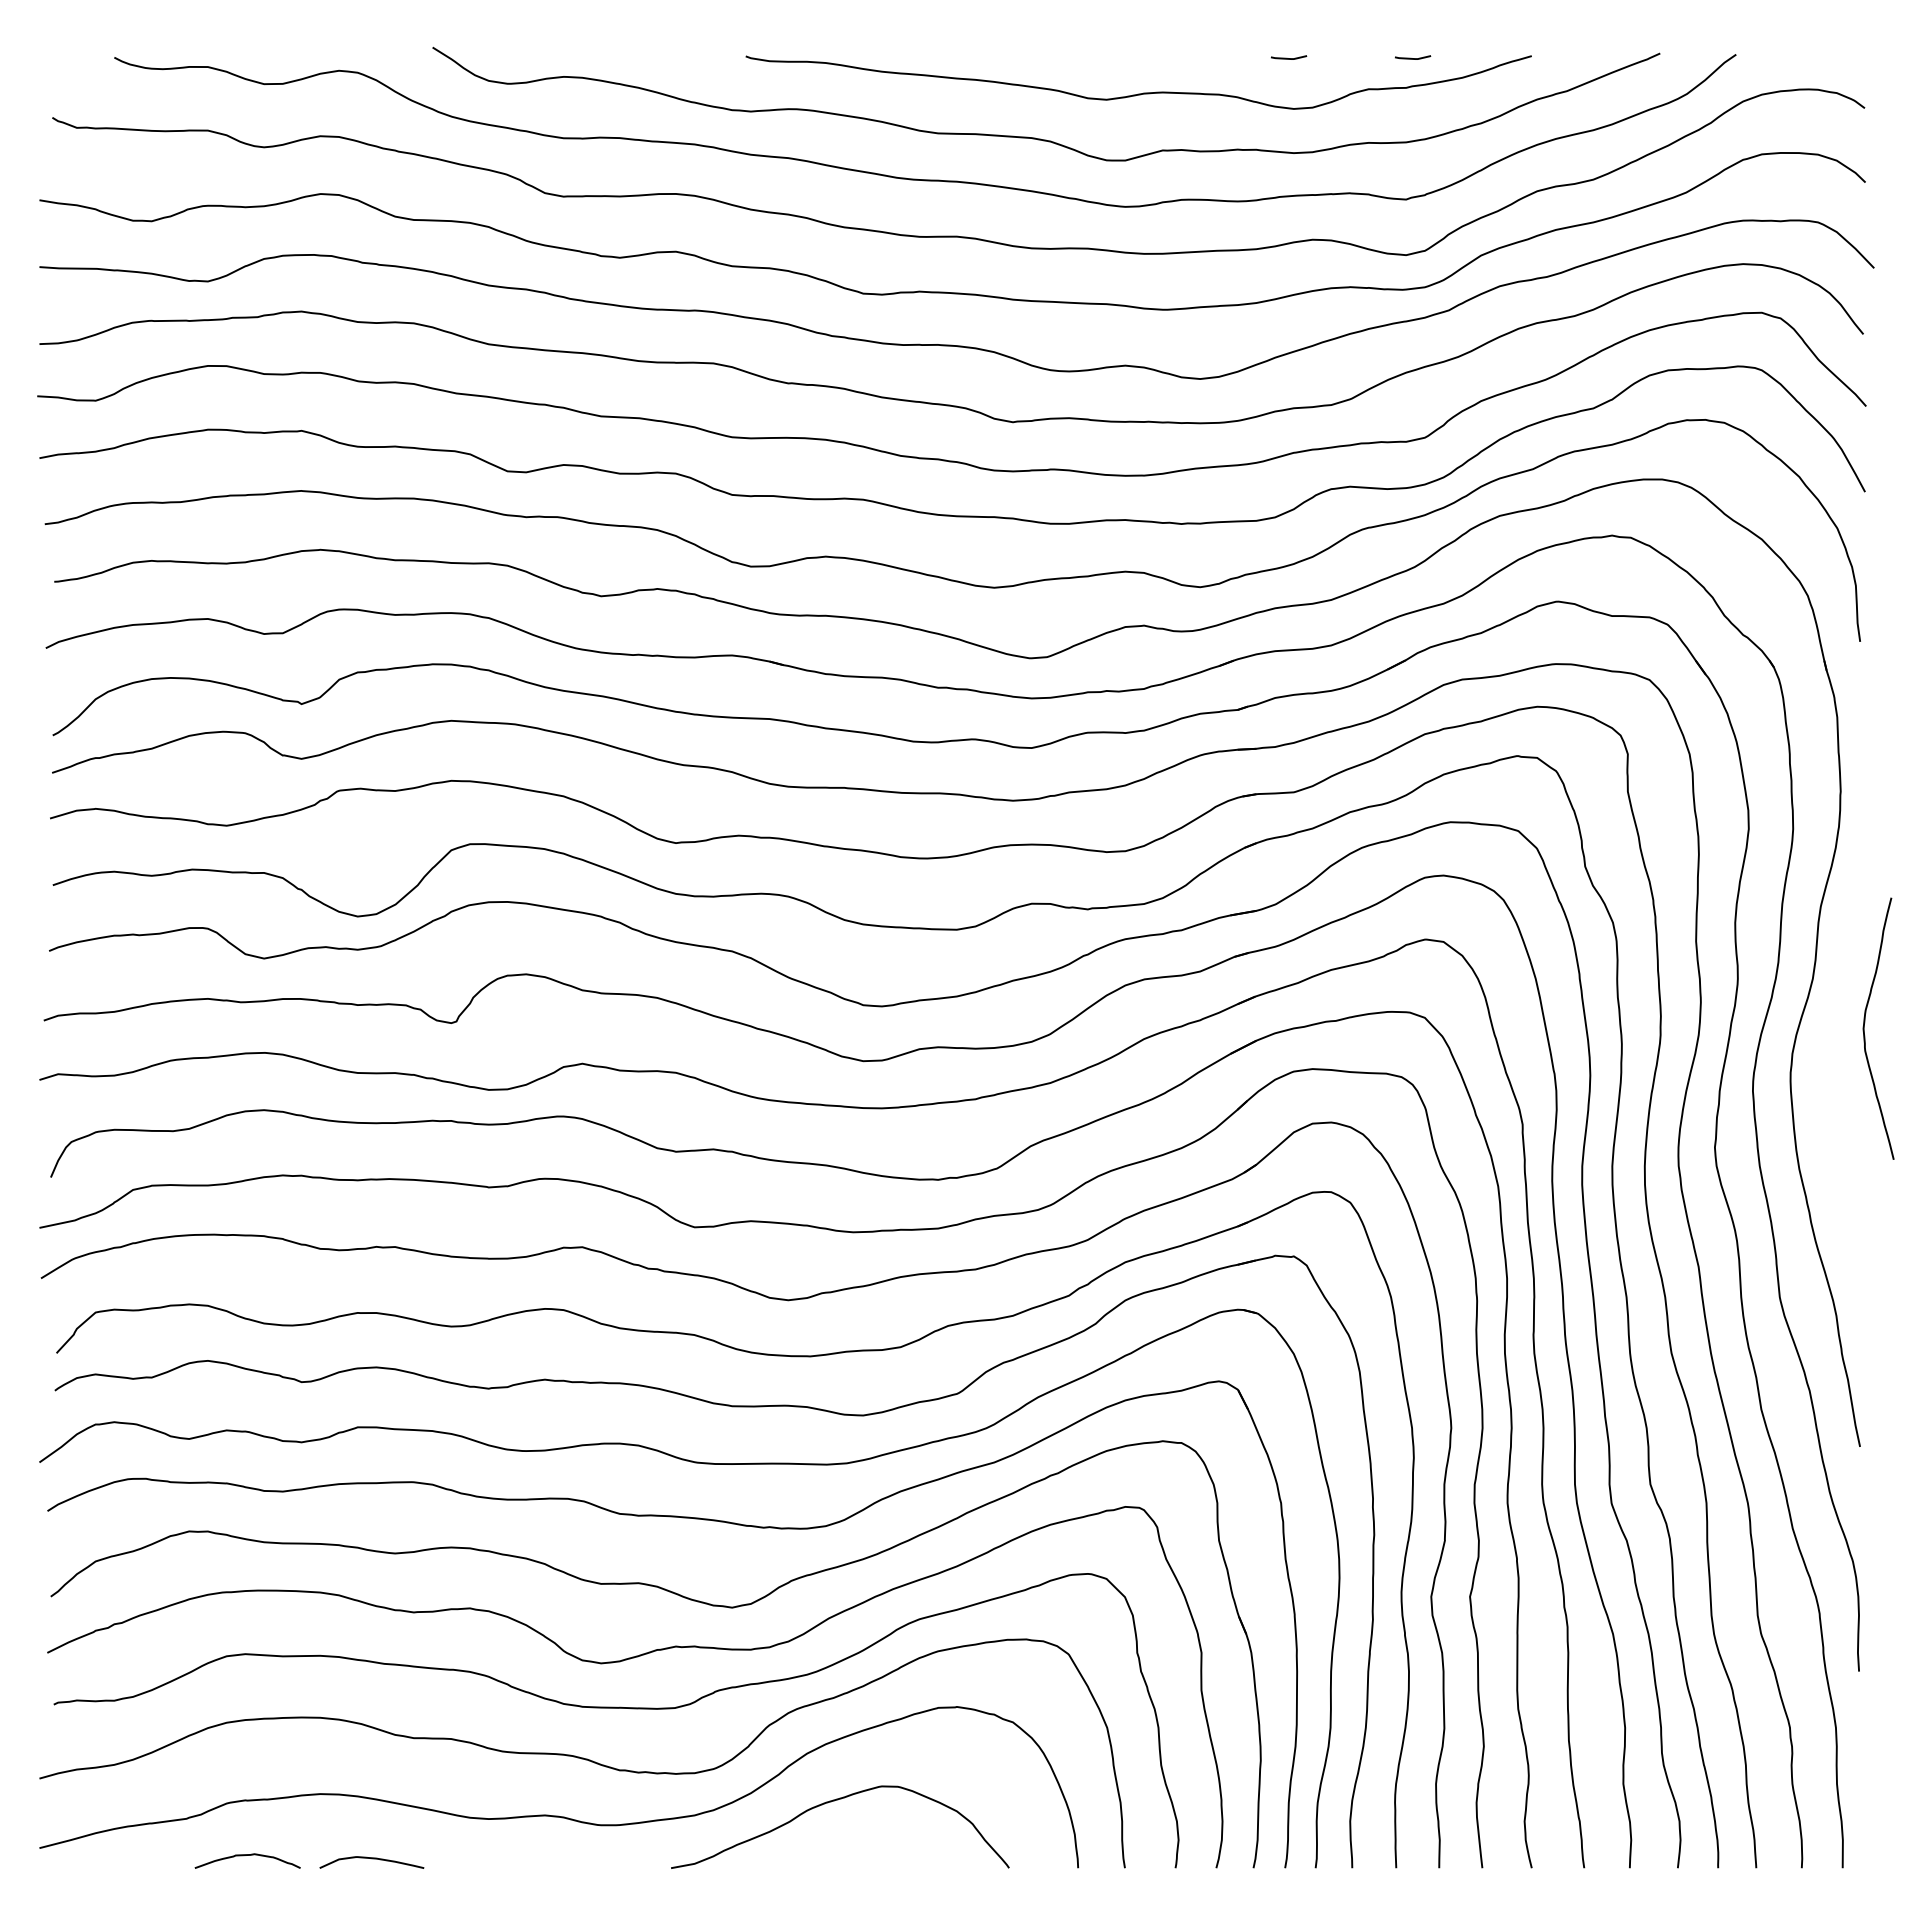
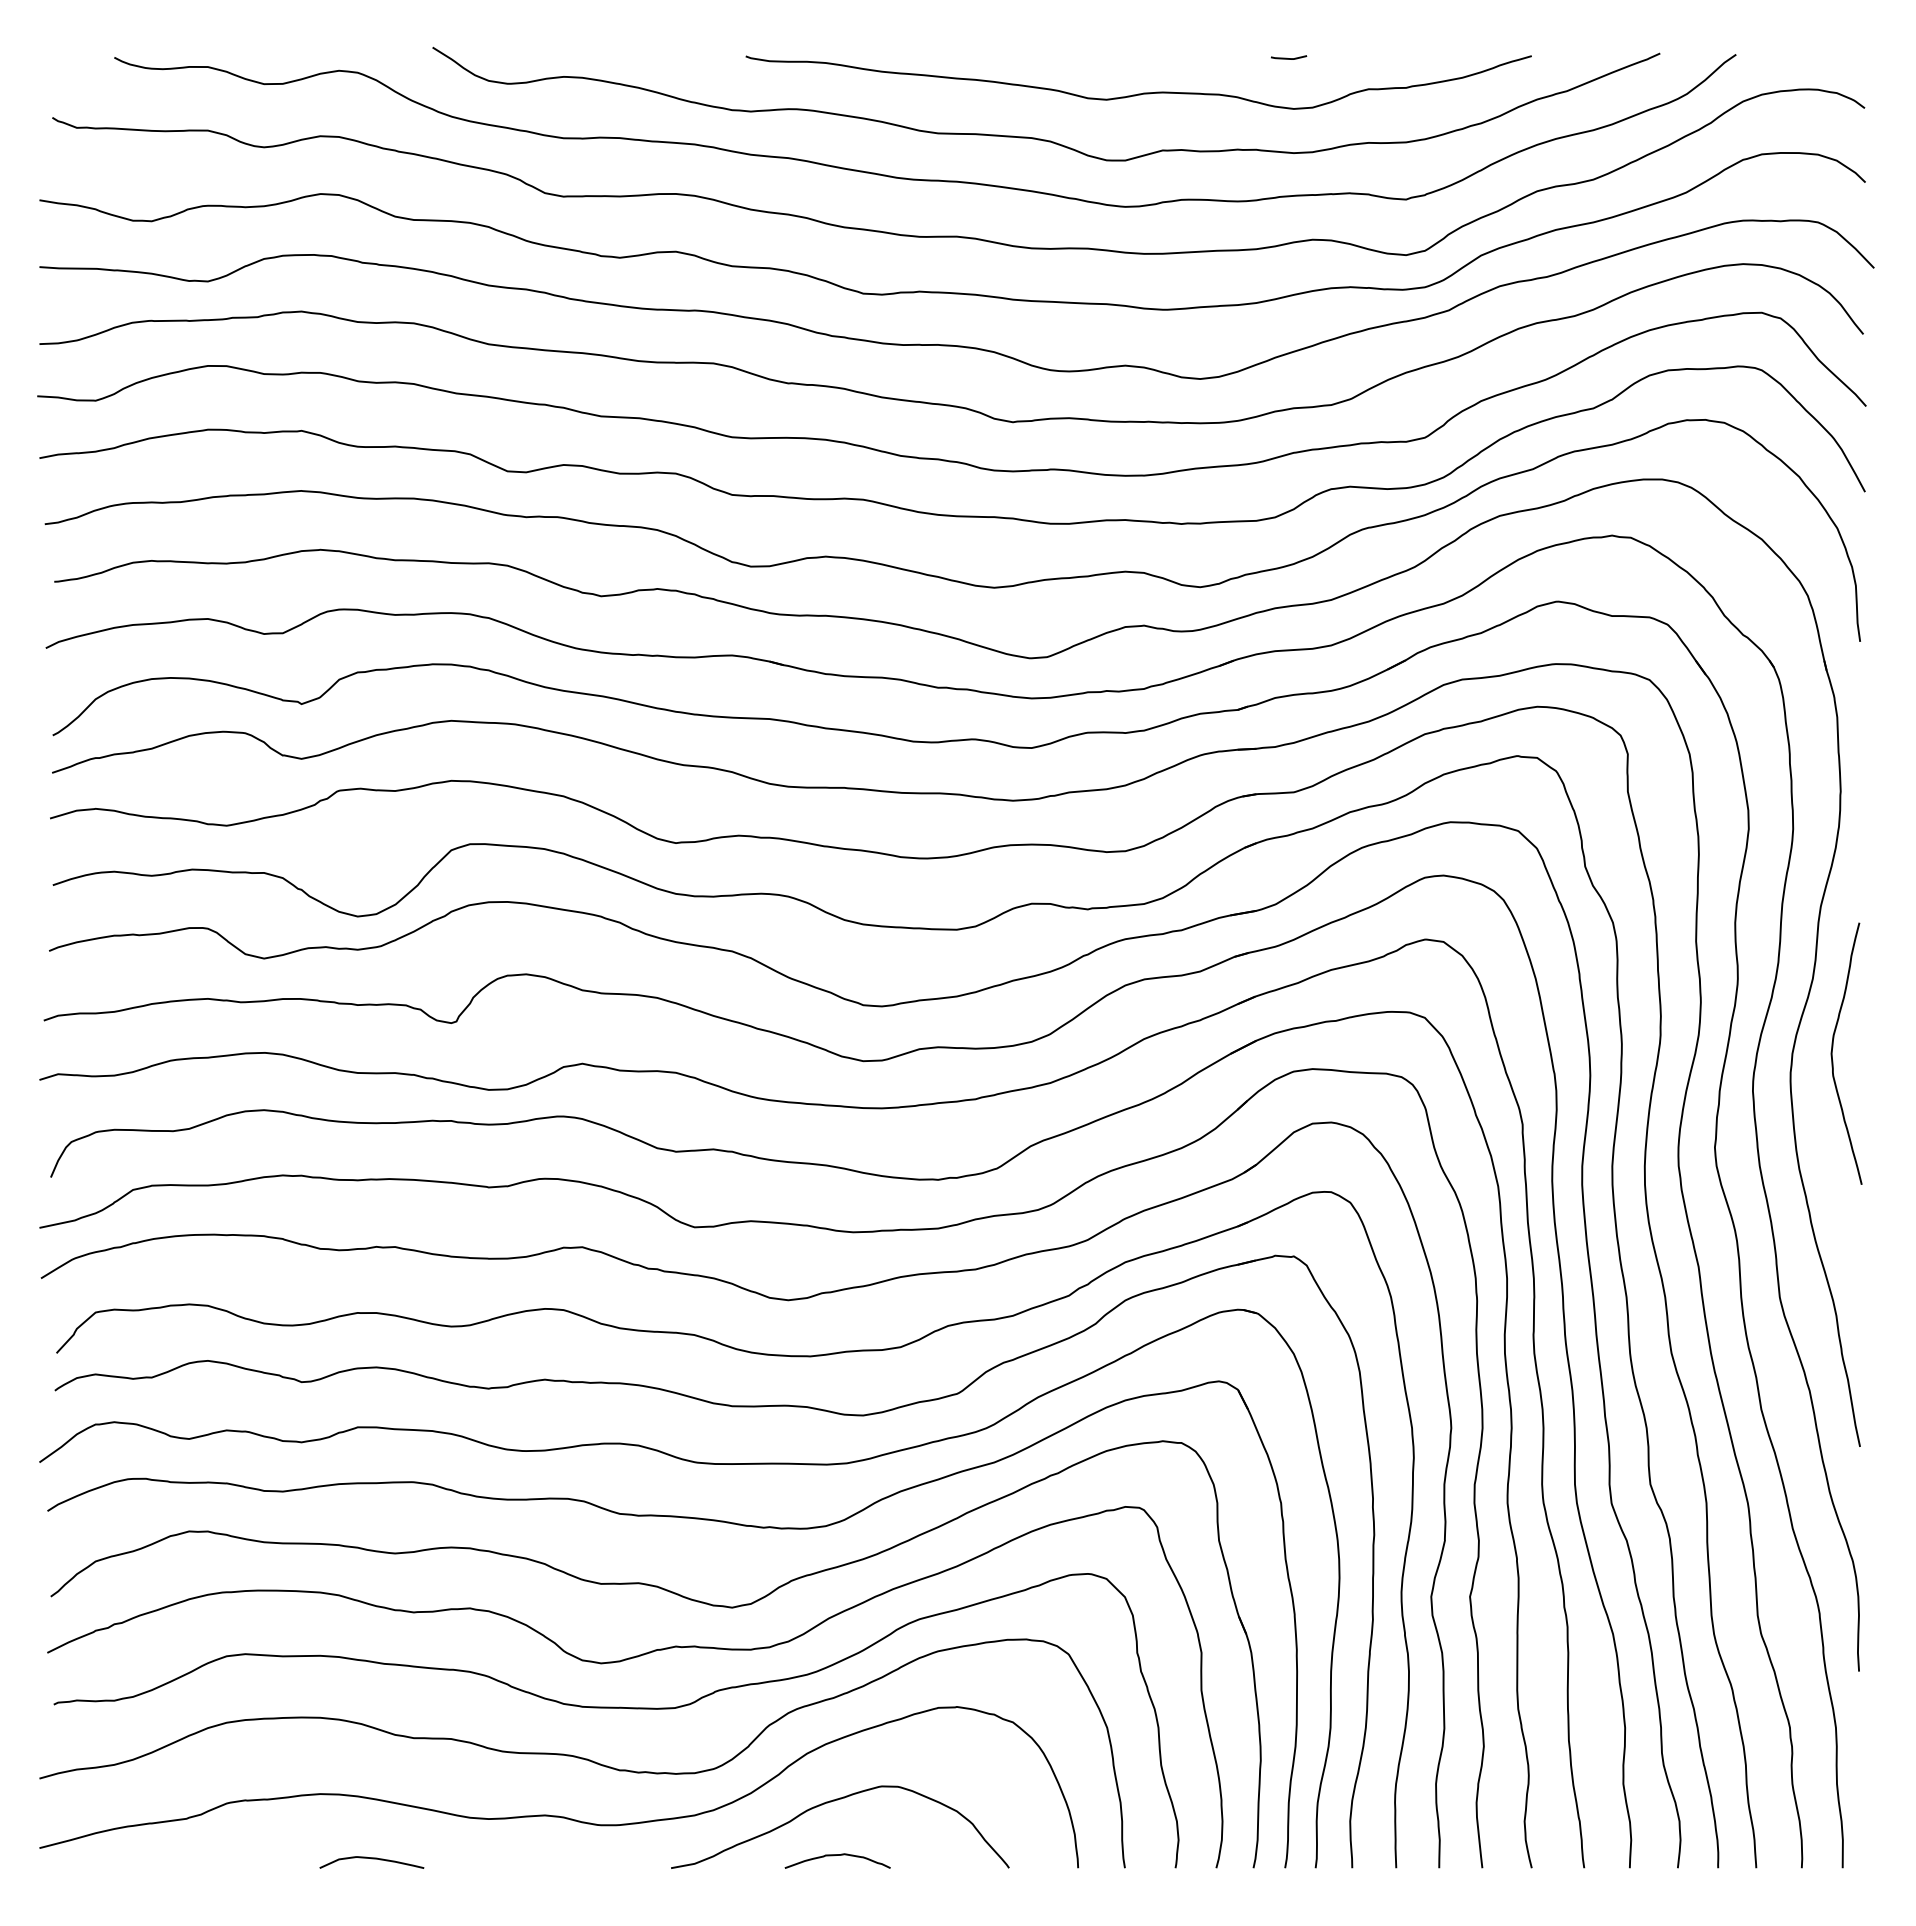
line at (1413, 58): present -> none
curve at (1864, 1028) position: (1864, 1028) -> (1832, 1053)
curve at (247, 1855) position: (247, 1855) -> (837, 1855)
